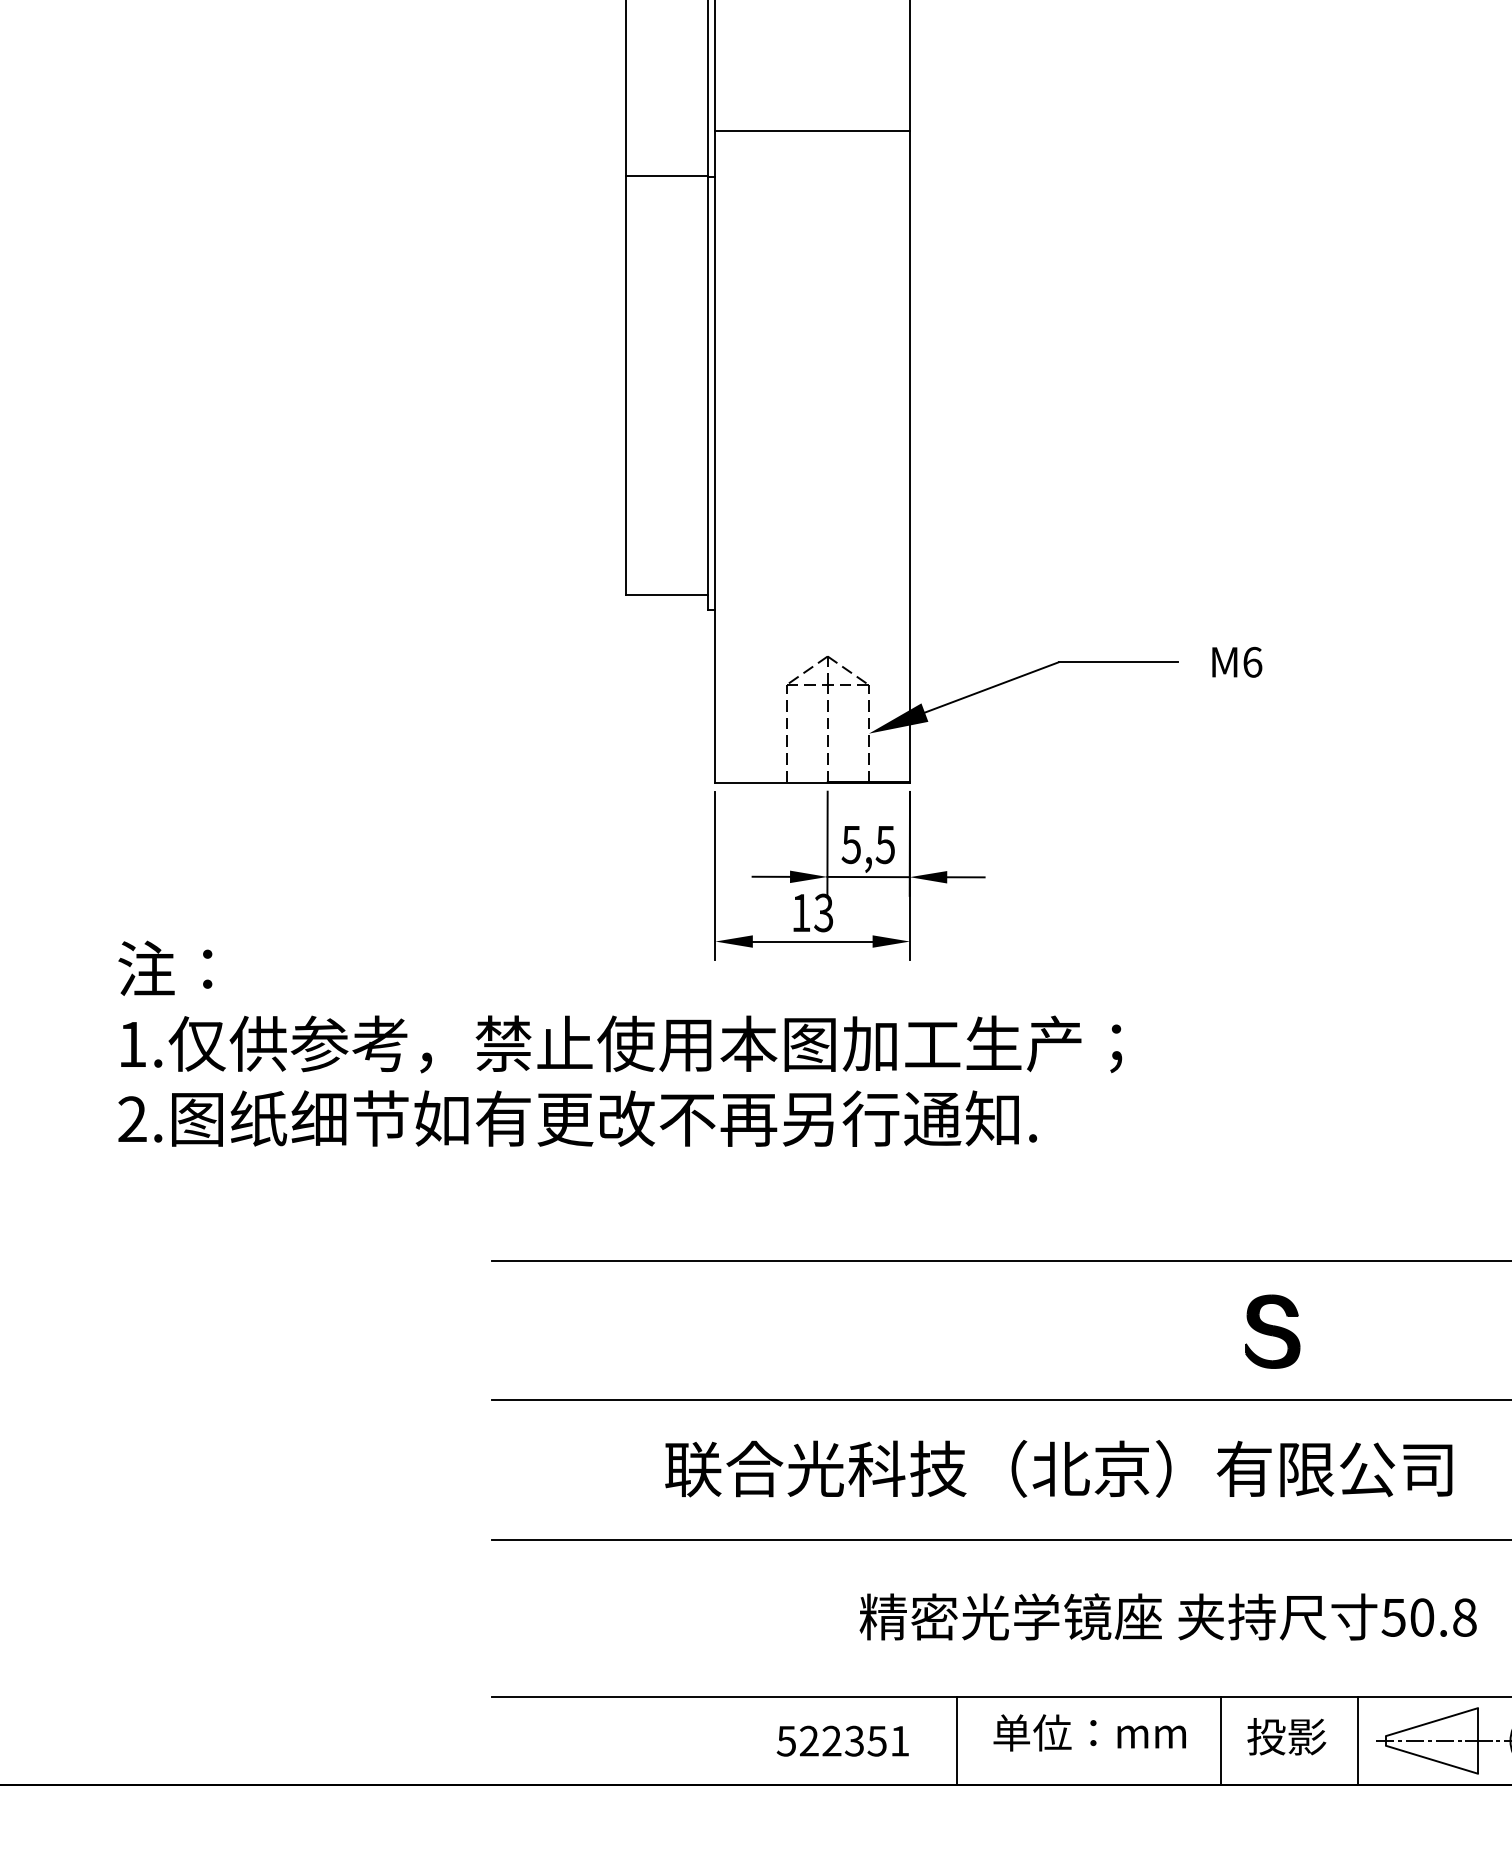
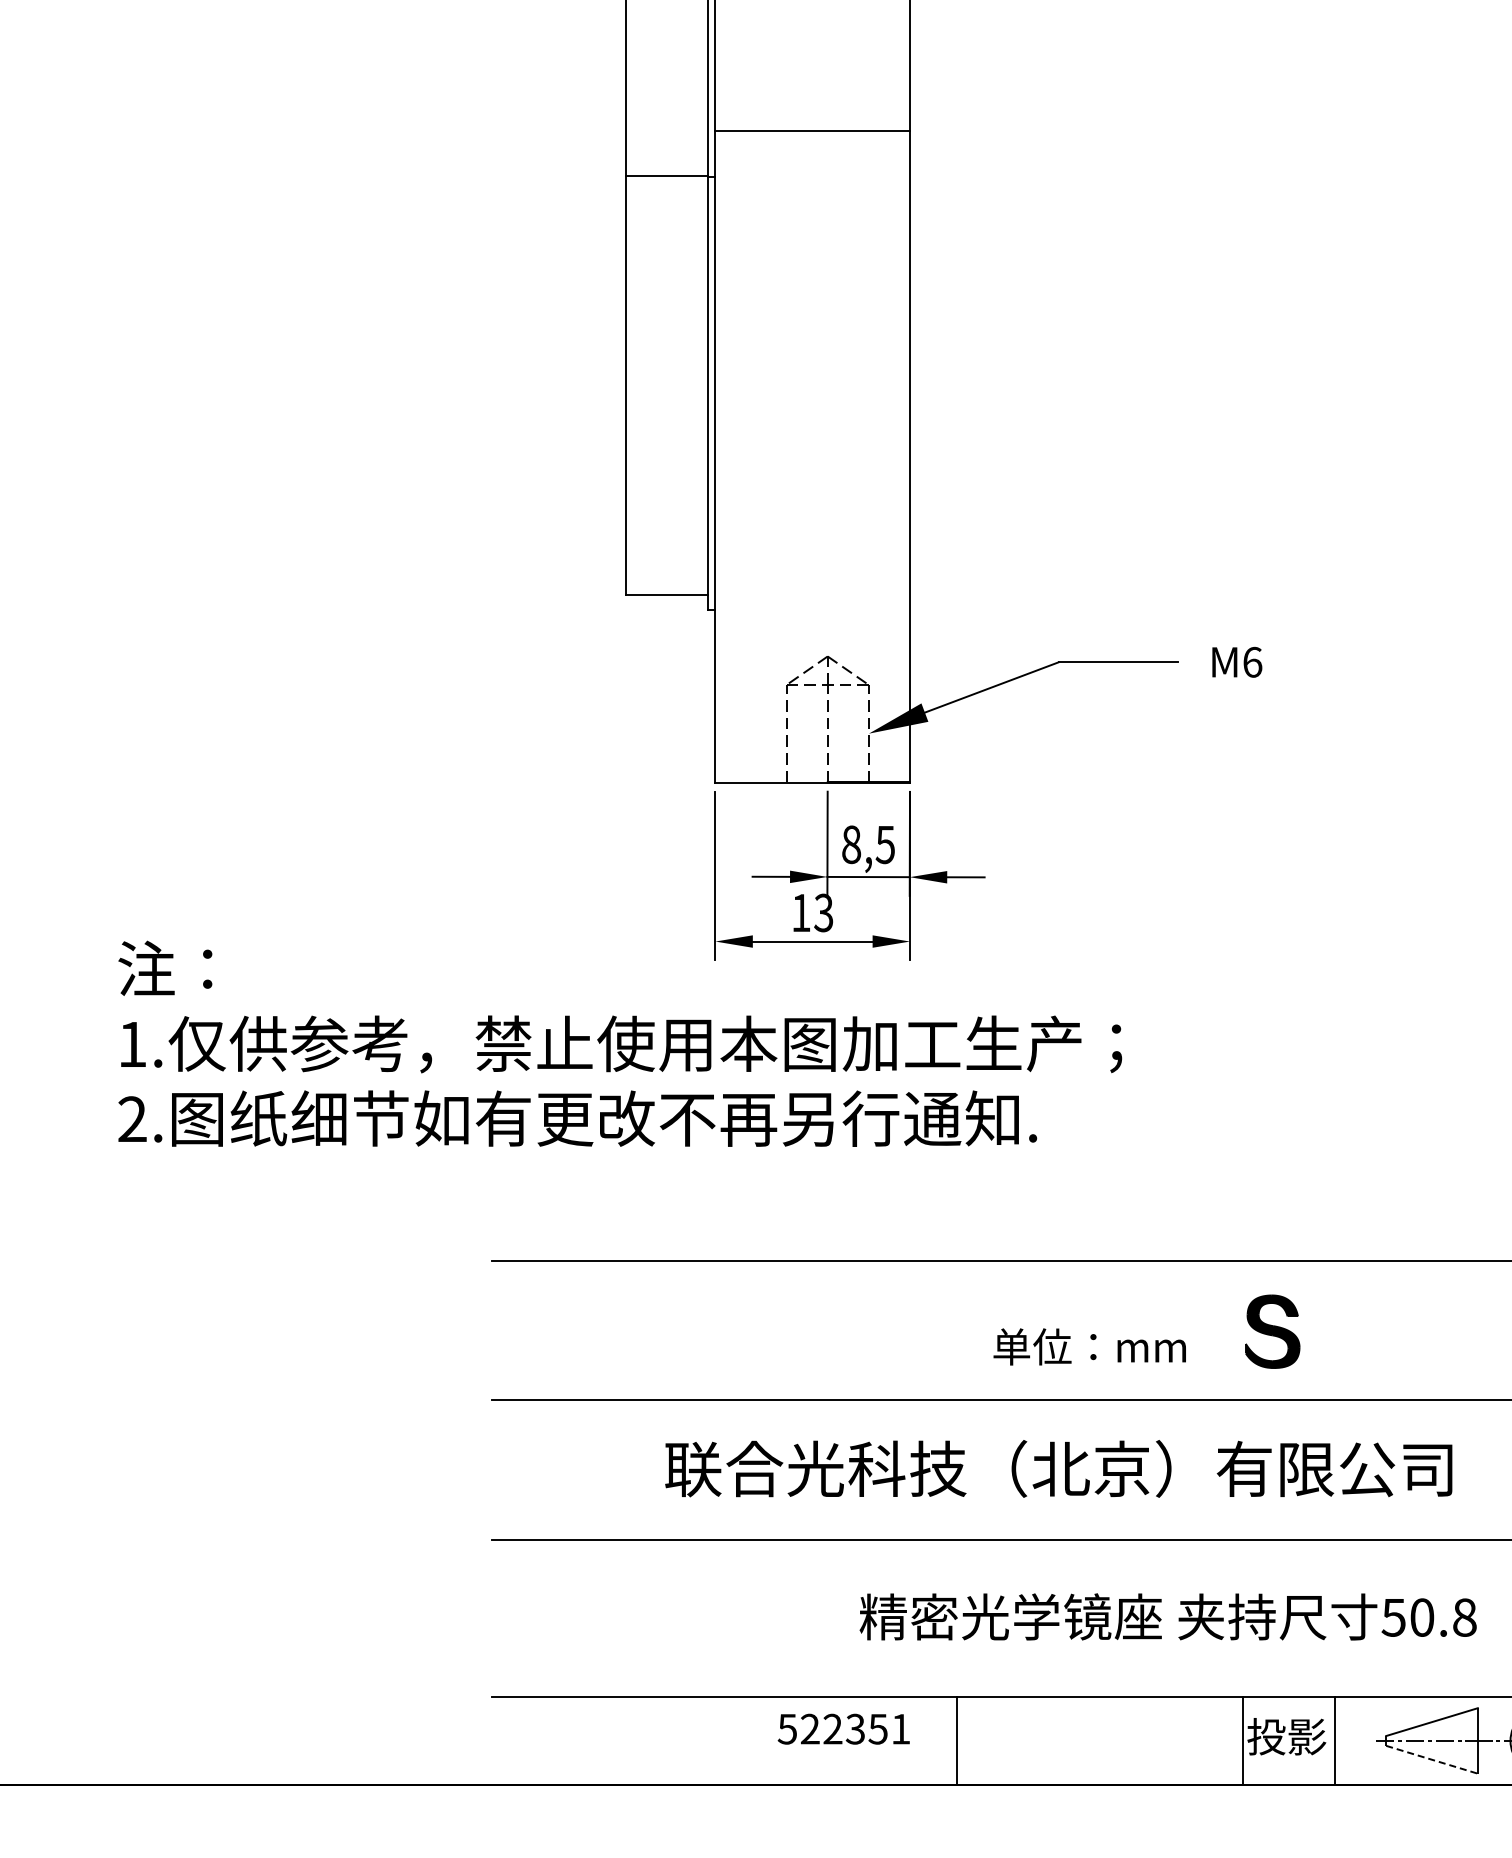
text at (851, 844): 5,5 -> 8,5
text at (1089, 1732) position: (1089, 1732) -> (1089, 1346)
text at (842, 1740) position: (842, 1740) -> (843, 1728)
line at (1220, 1740) position: (1220, 1740) -> (1242, 1740)
line at (1357, 1740) position: (1357, 1740) -> (1334, 1740)
line at (1432, 1759): solid -> dashed
